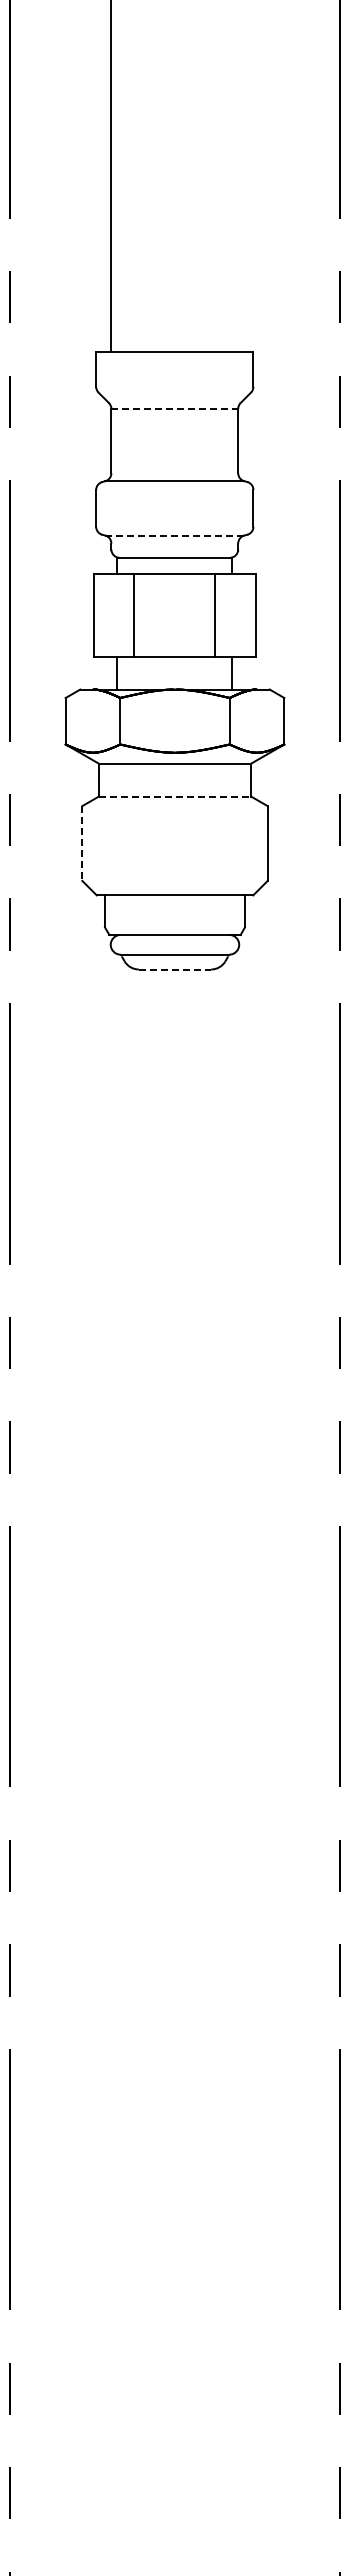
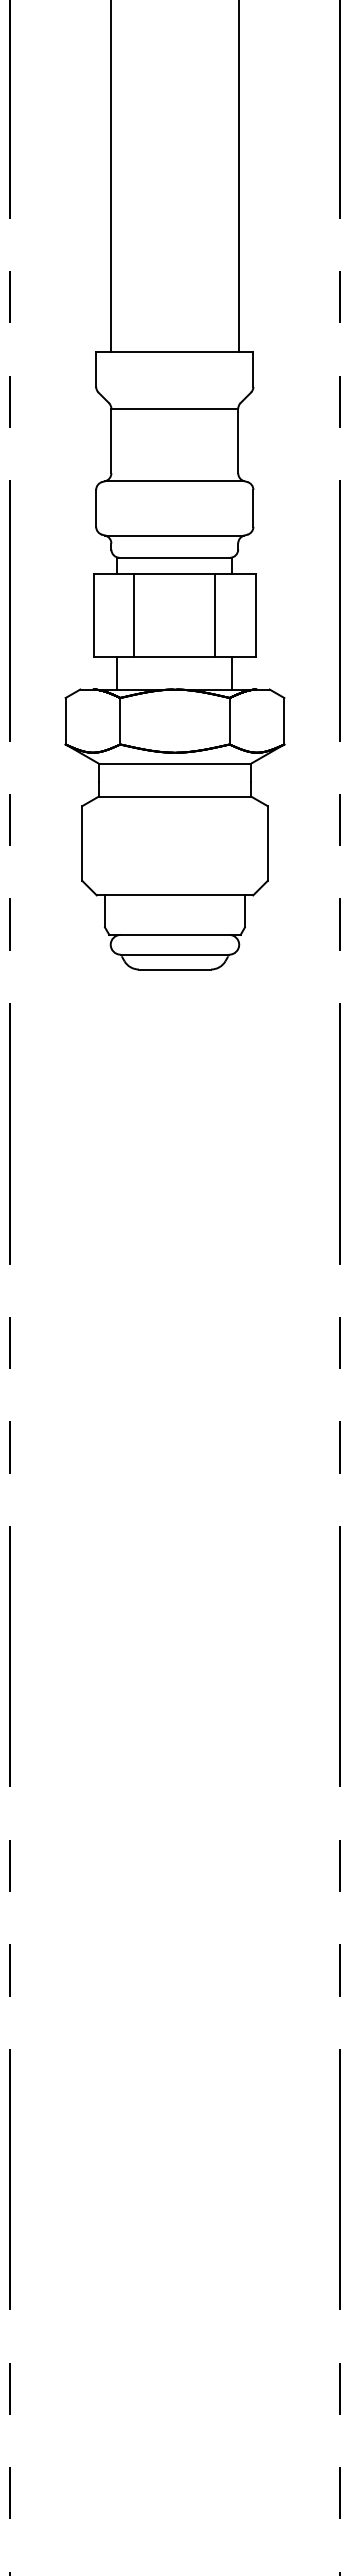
line at (238, 176): none -> present
line at (175, 408): dashed -> solid
line at (174, 535): dashed -> solid
line at (175, 796): dashed -> solid
line at (82, 844): dashed -> solid
line at (175, 969): dashed -> solid
